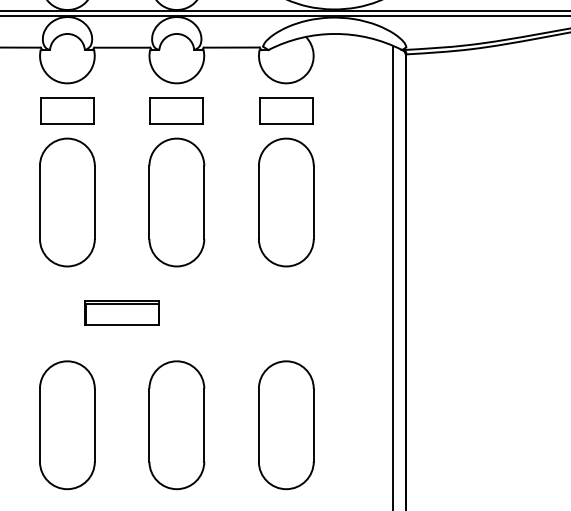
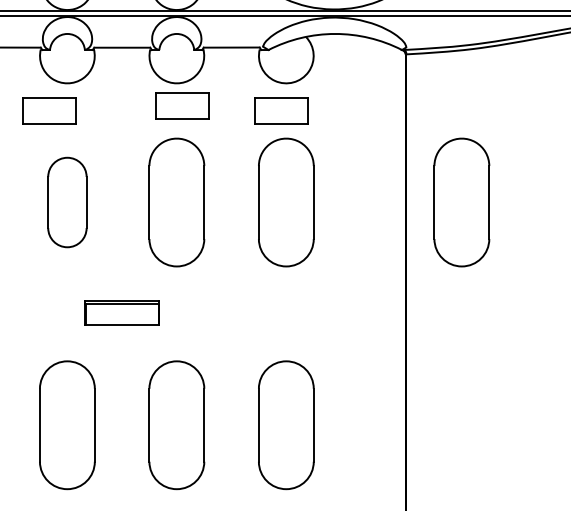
part at (67, 110) position: (67, 110) -> (49, 110)
part at (176, 110) position: (176, 110) -> (182, 105)
part at (286, 110) position: (286, 110) -> (281, 110)
part at (67, 202) size: 57x131 px -> 41x93 px
part at (461, 202): none -> present
line at (393, 276): present -> none
